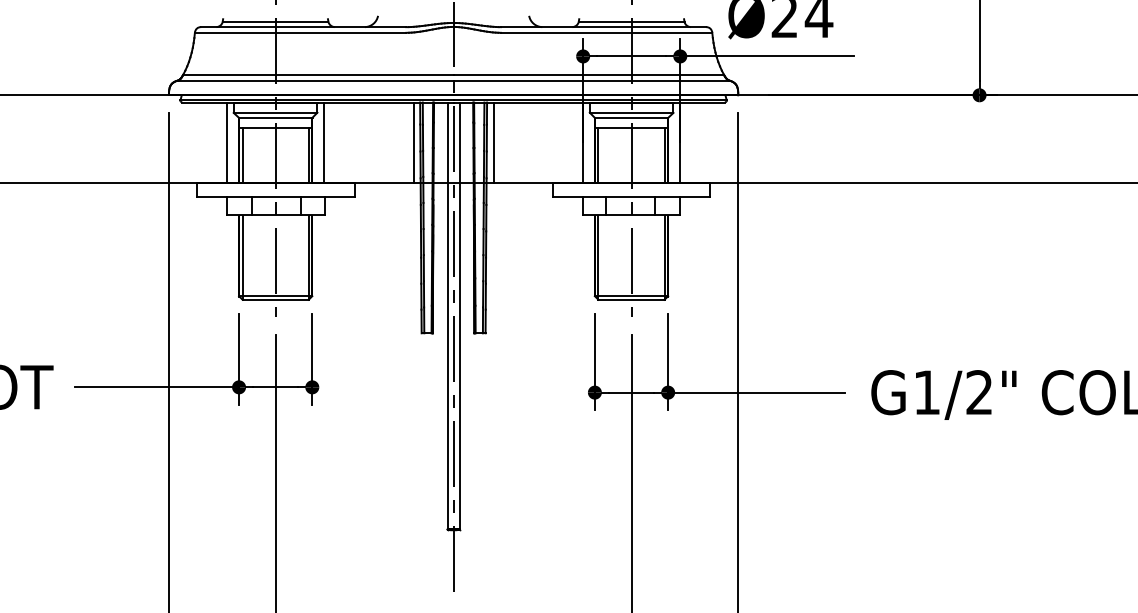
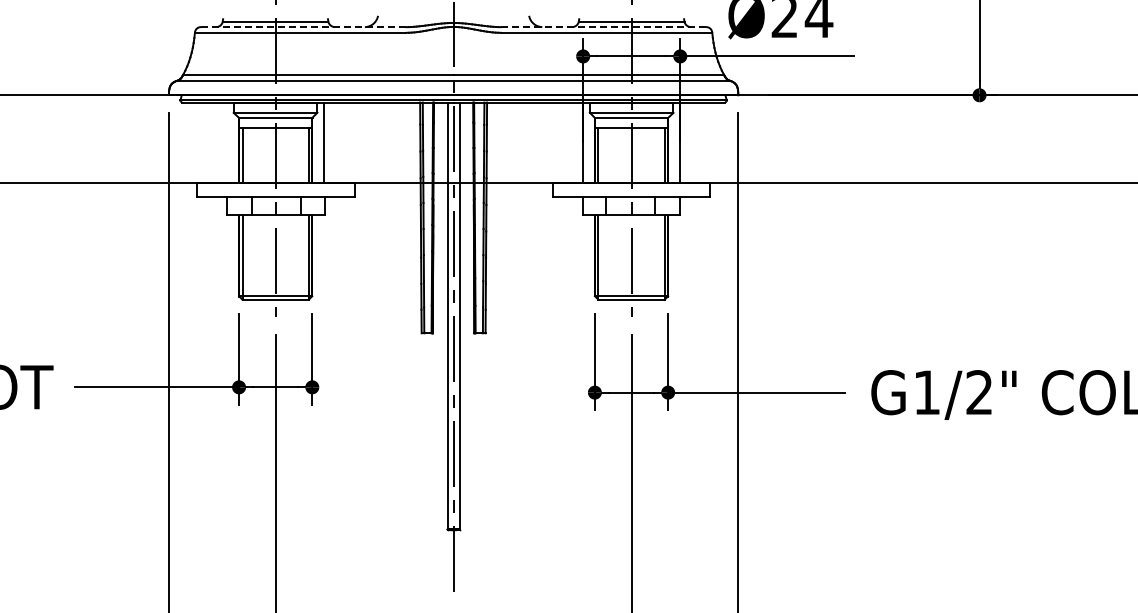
line at (303, 27): solid -> dashed
line at (603, 27): solid -> dashed
line at (226, 142): present -> none
line at (413, 142): present -> none
line at (493, 142): present -> none
